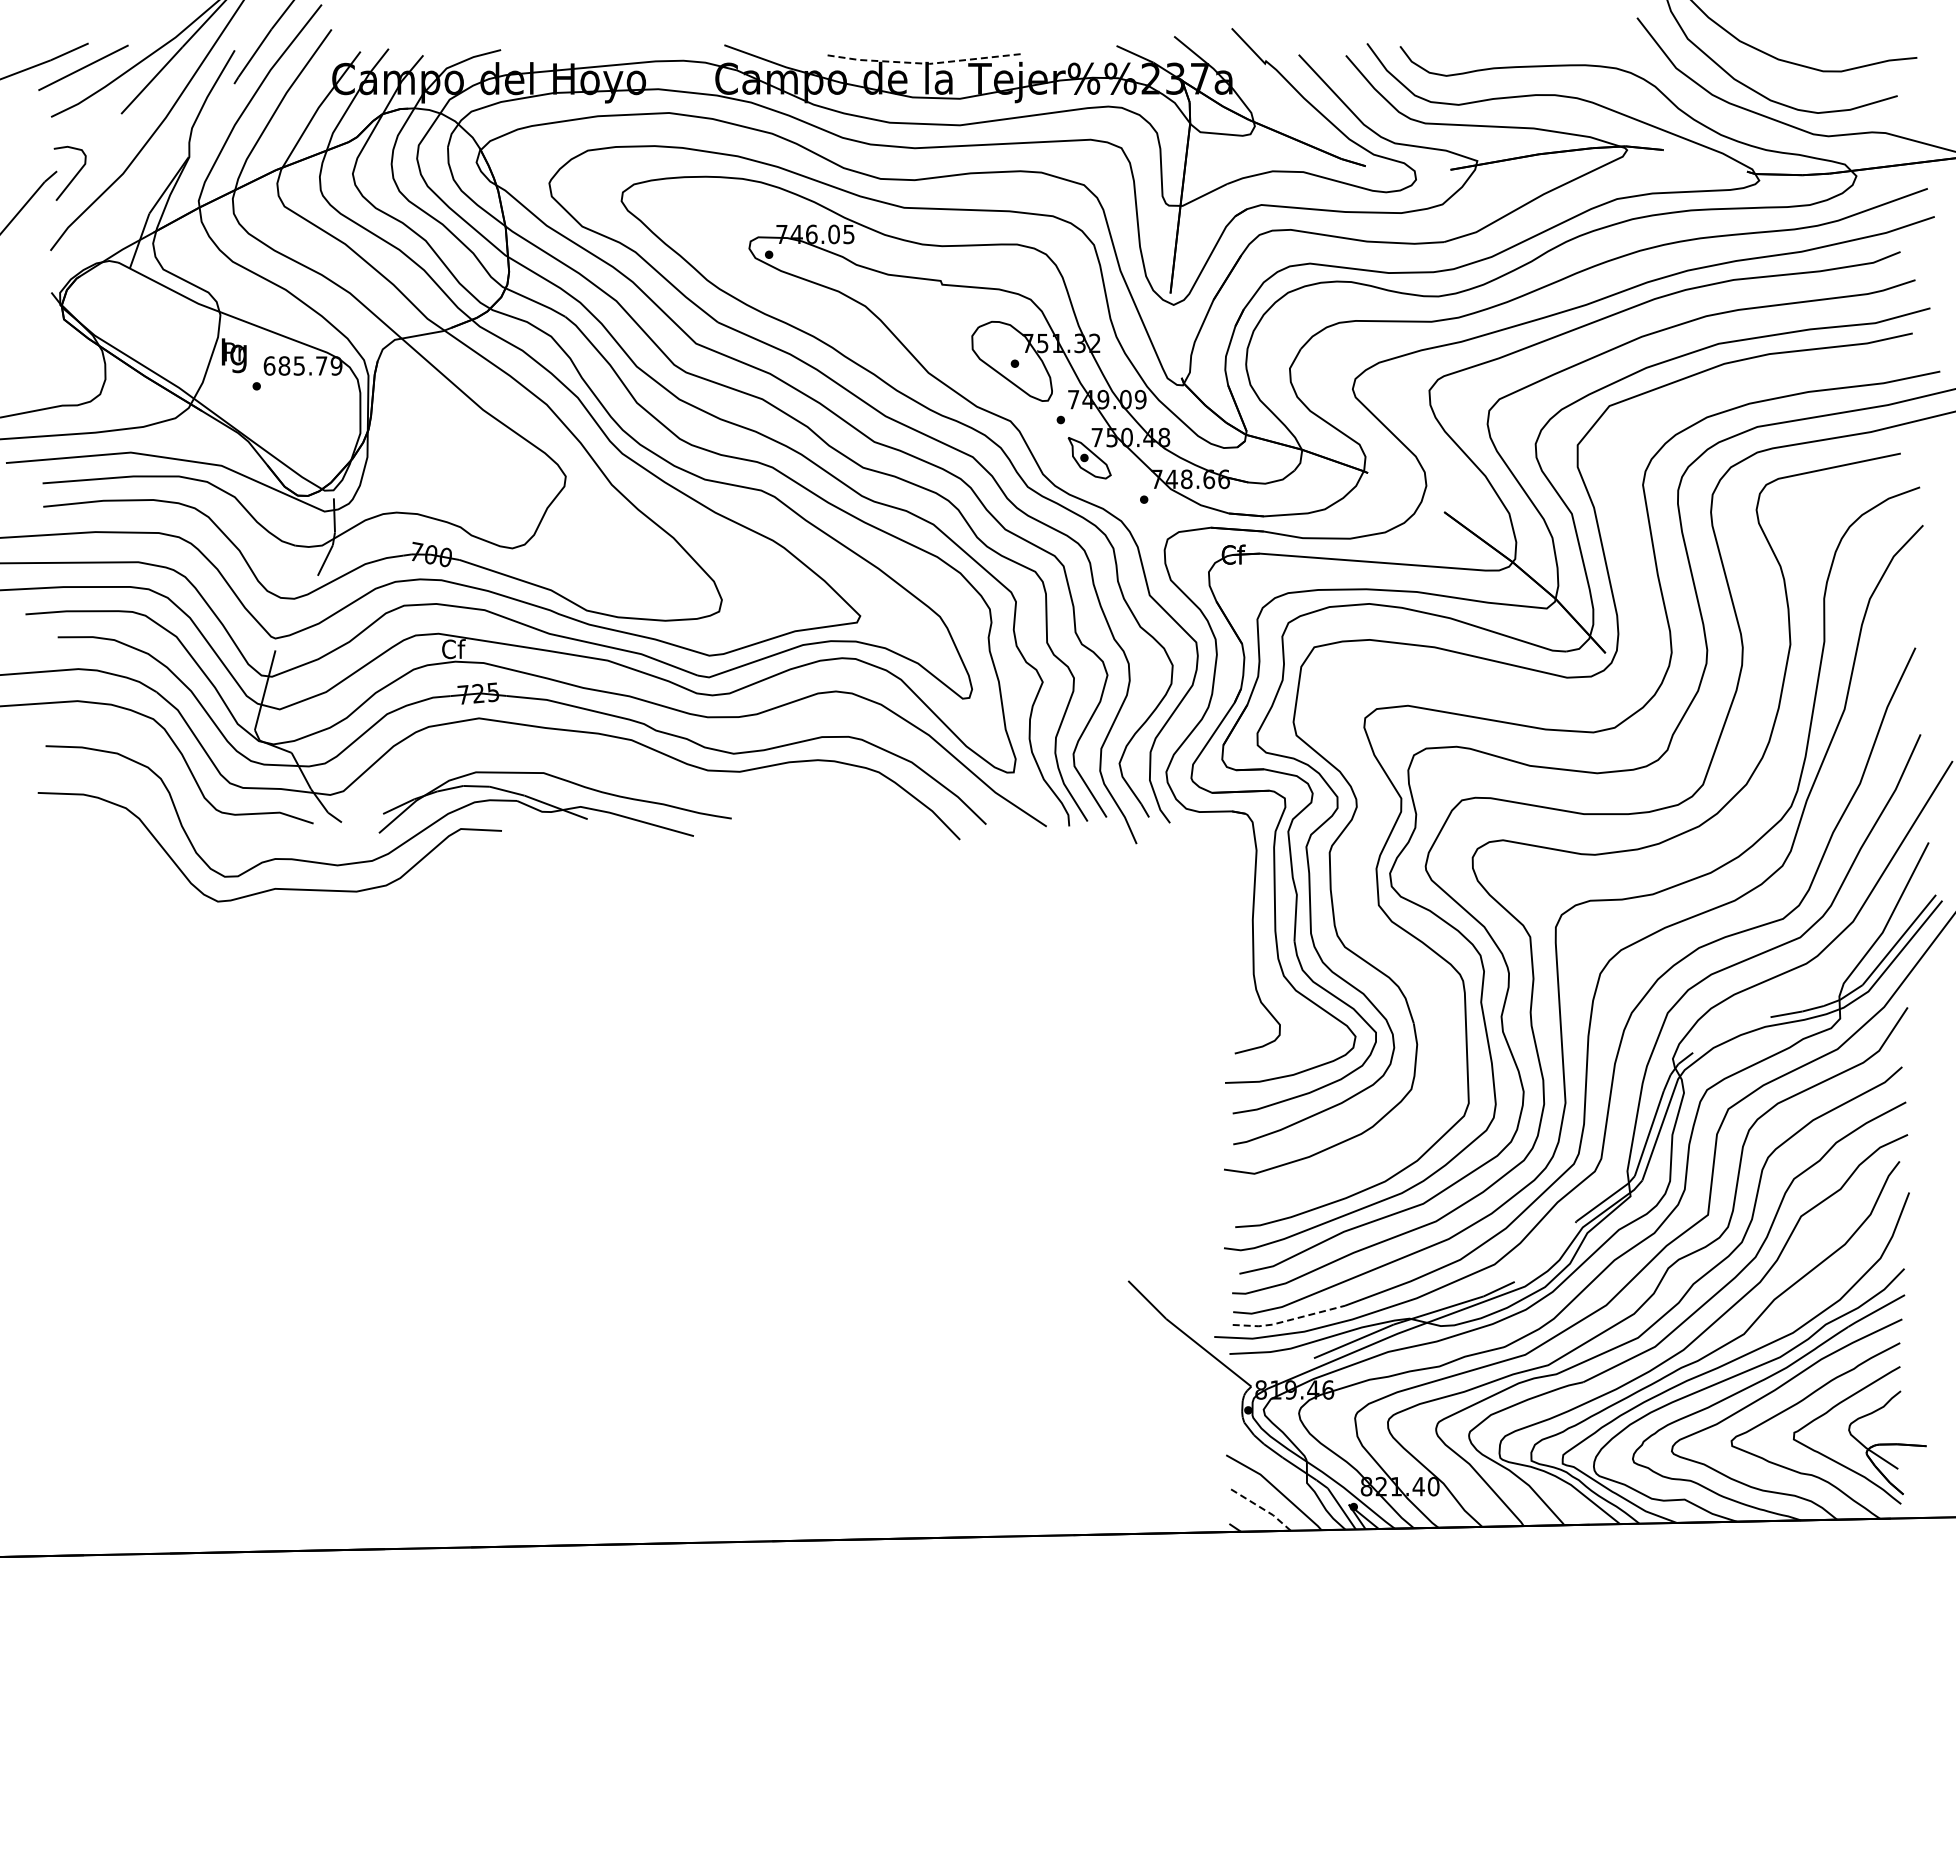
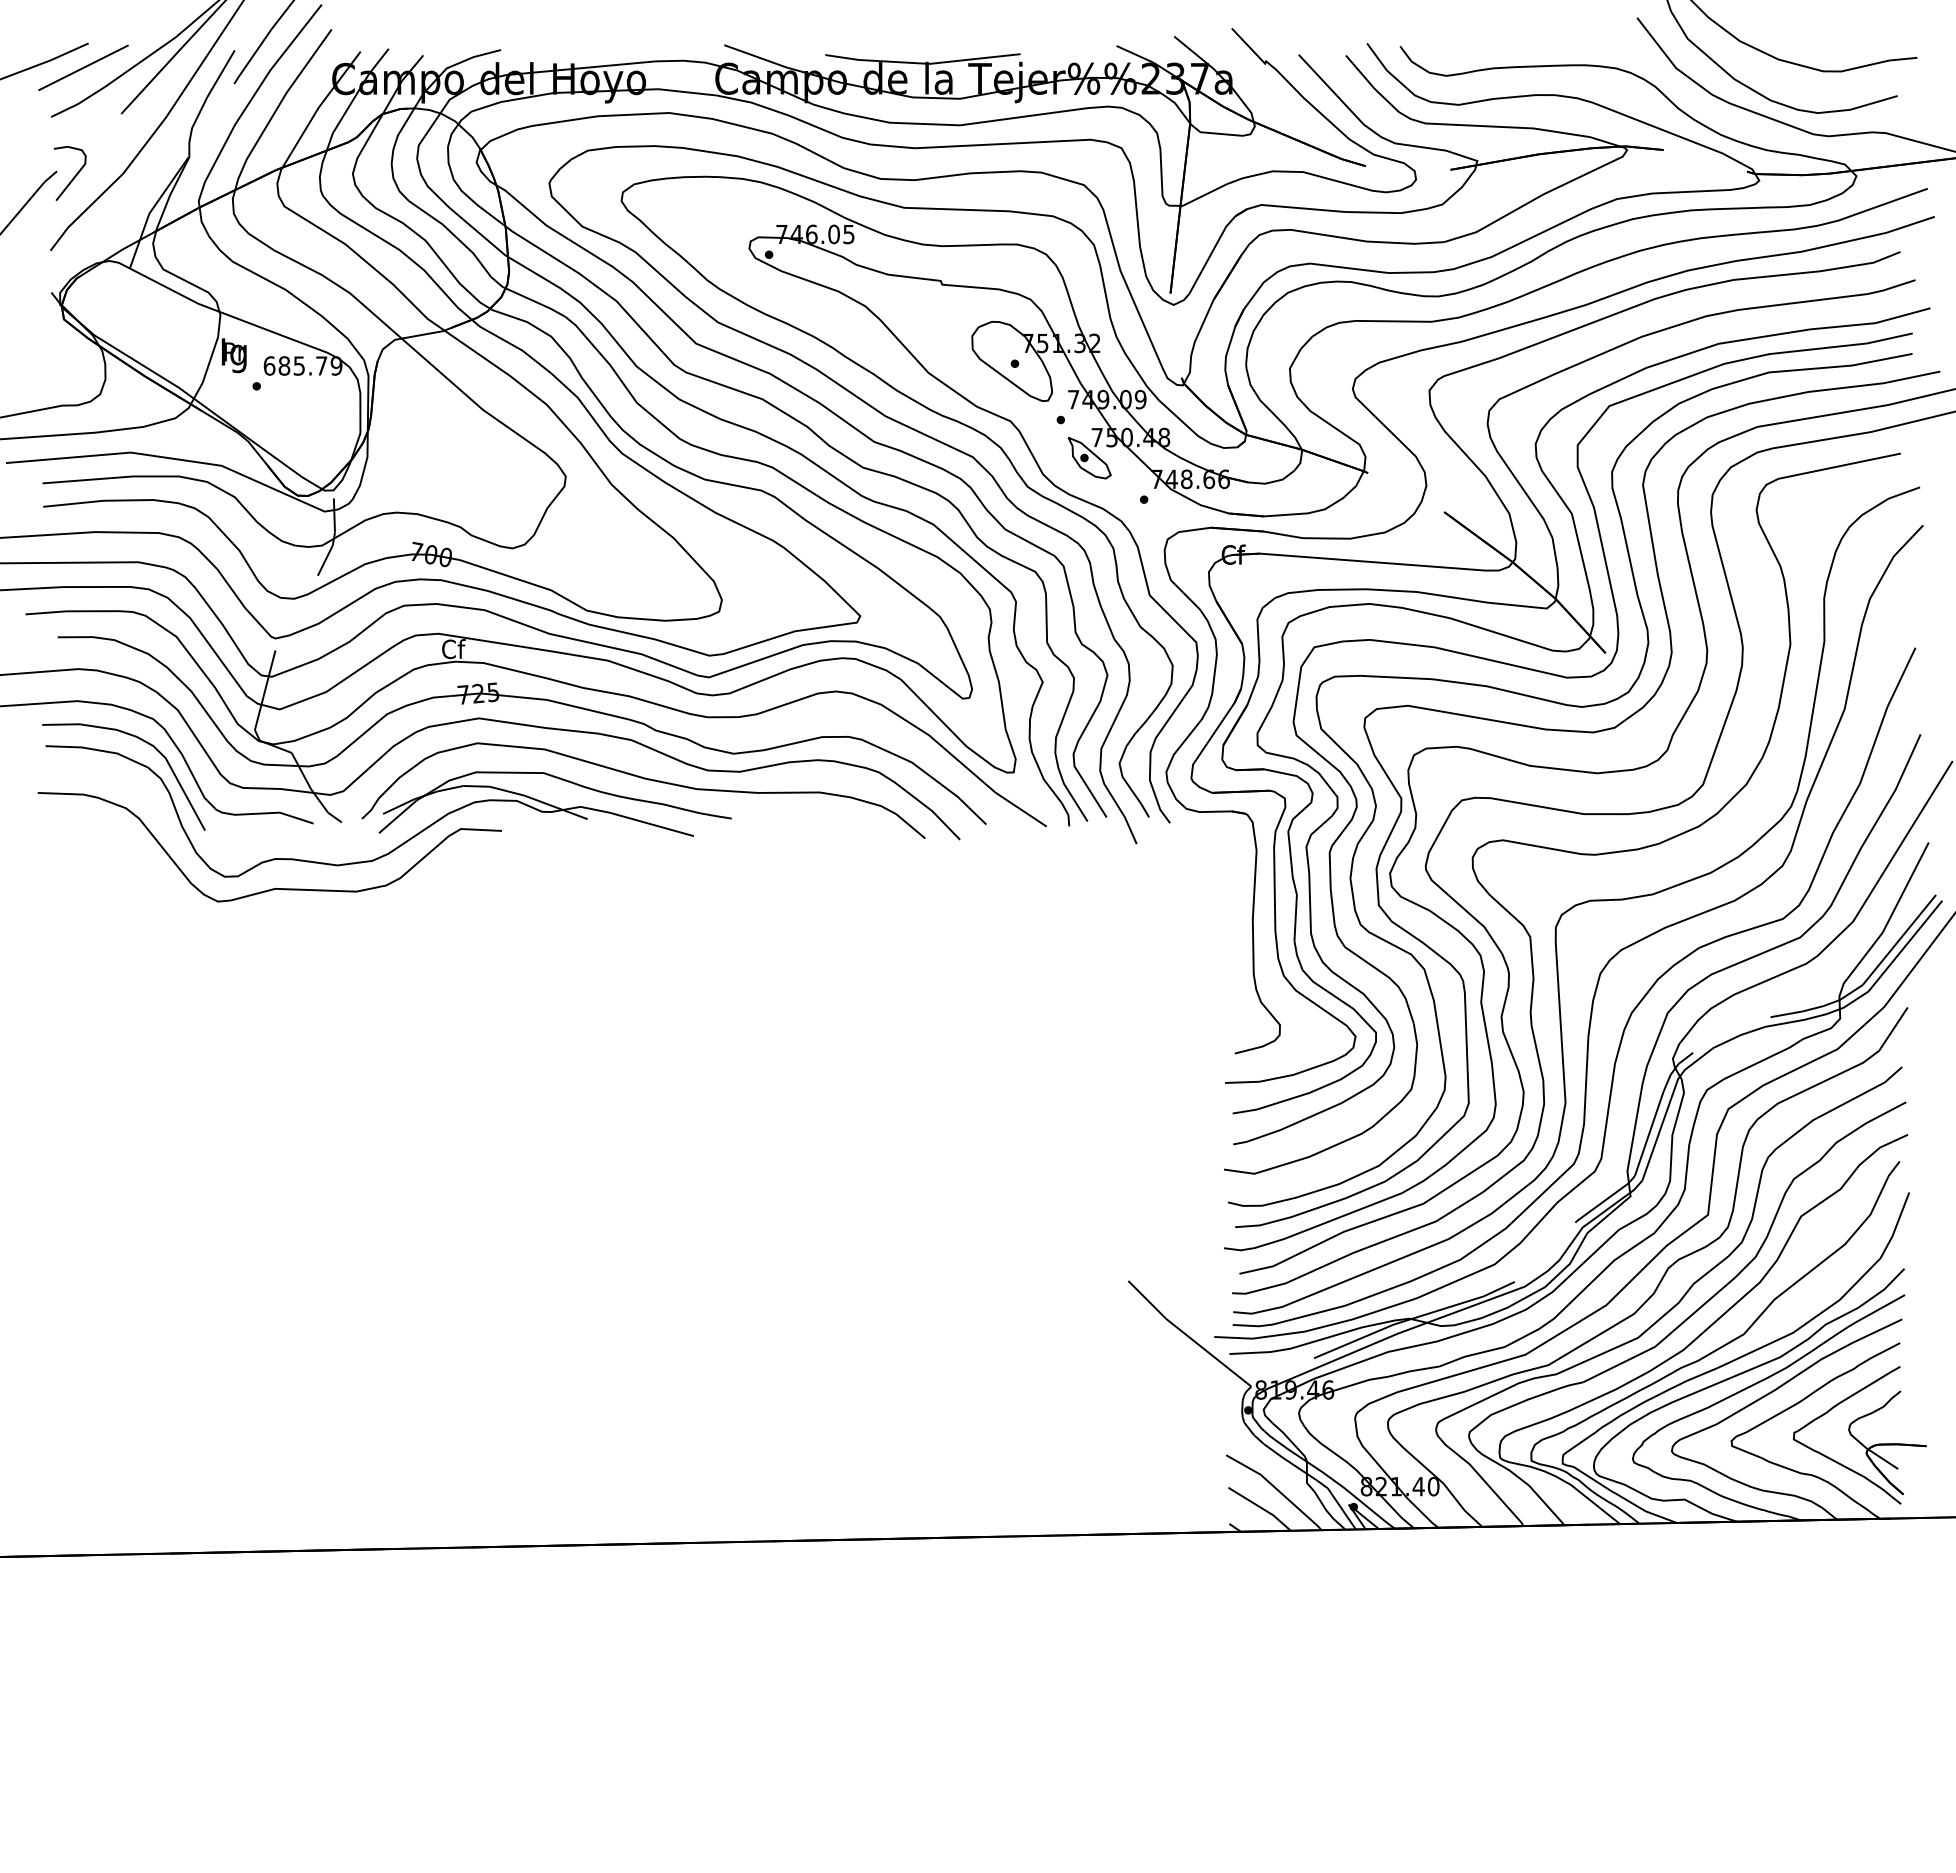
line at (922, 63): dashed -> solid
part at (1575, 707): none -> present
curve at (142, 741): none -> present
curve at (644, 779): none -> present
line at (1288, 1320): dashed -> solid
line at (1261, 1507): dashed -> solid
